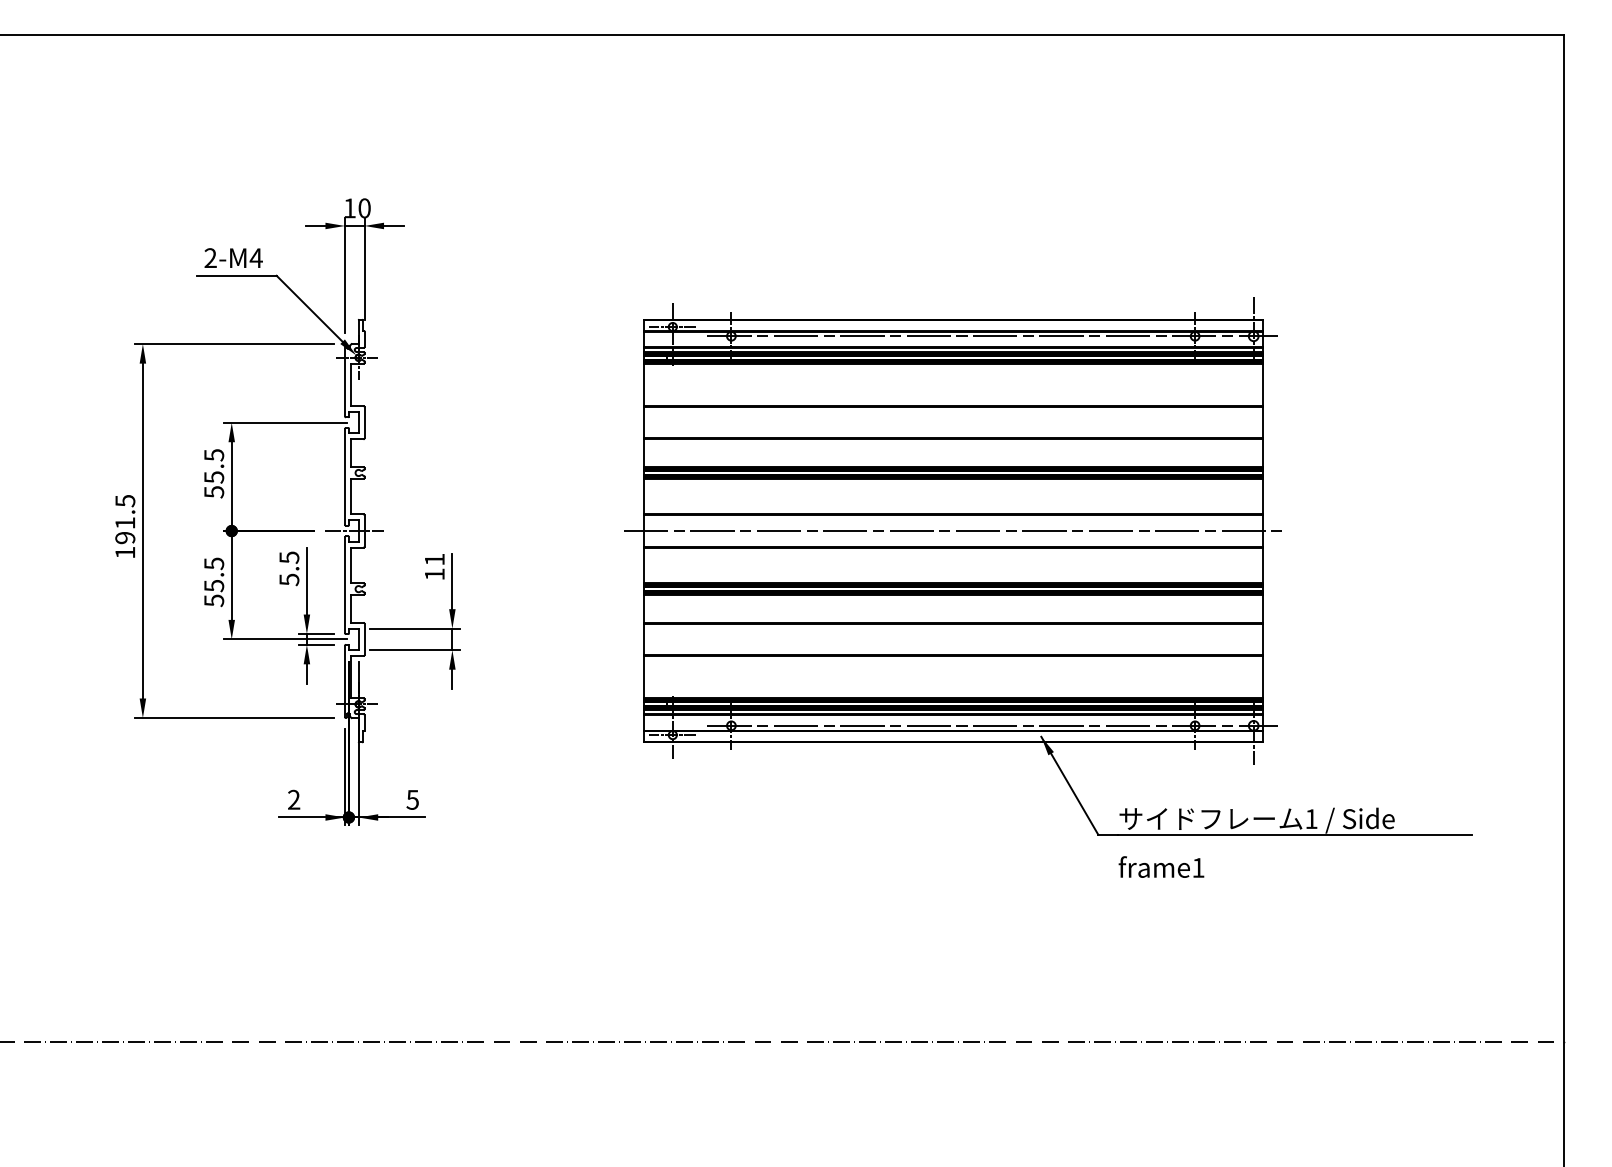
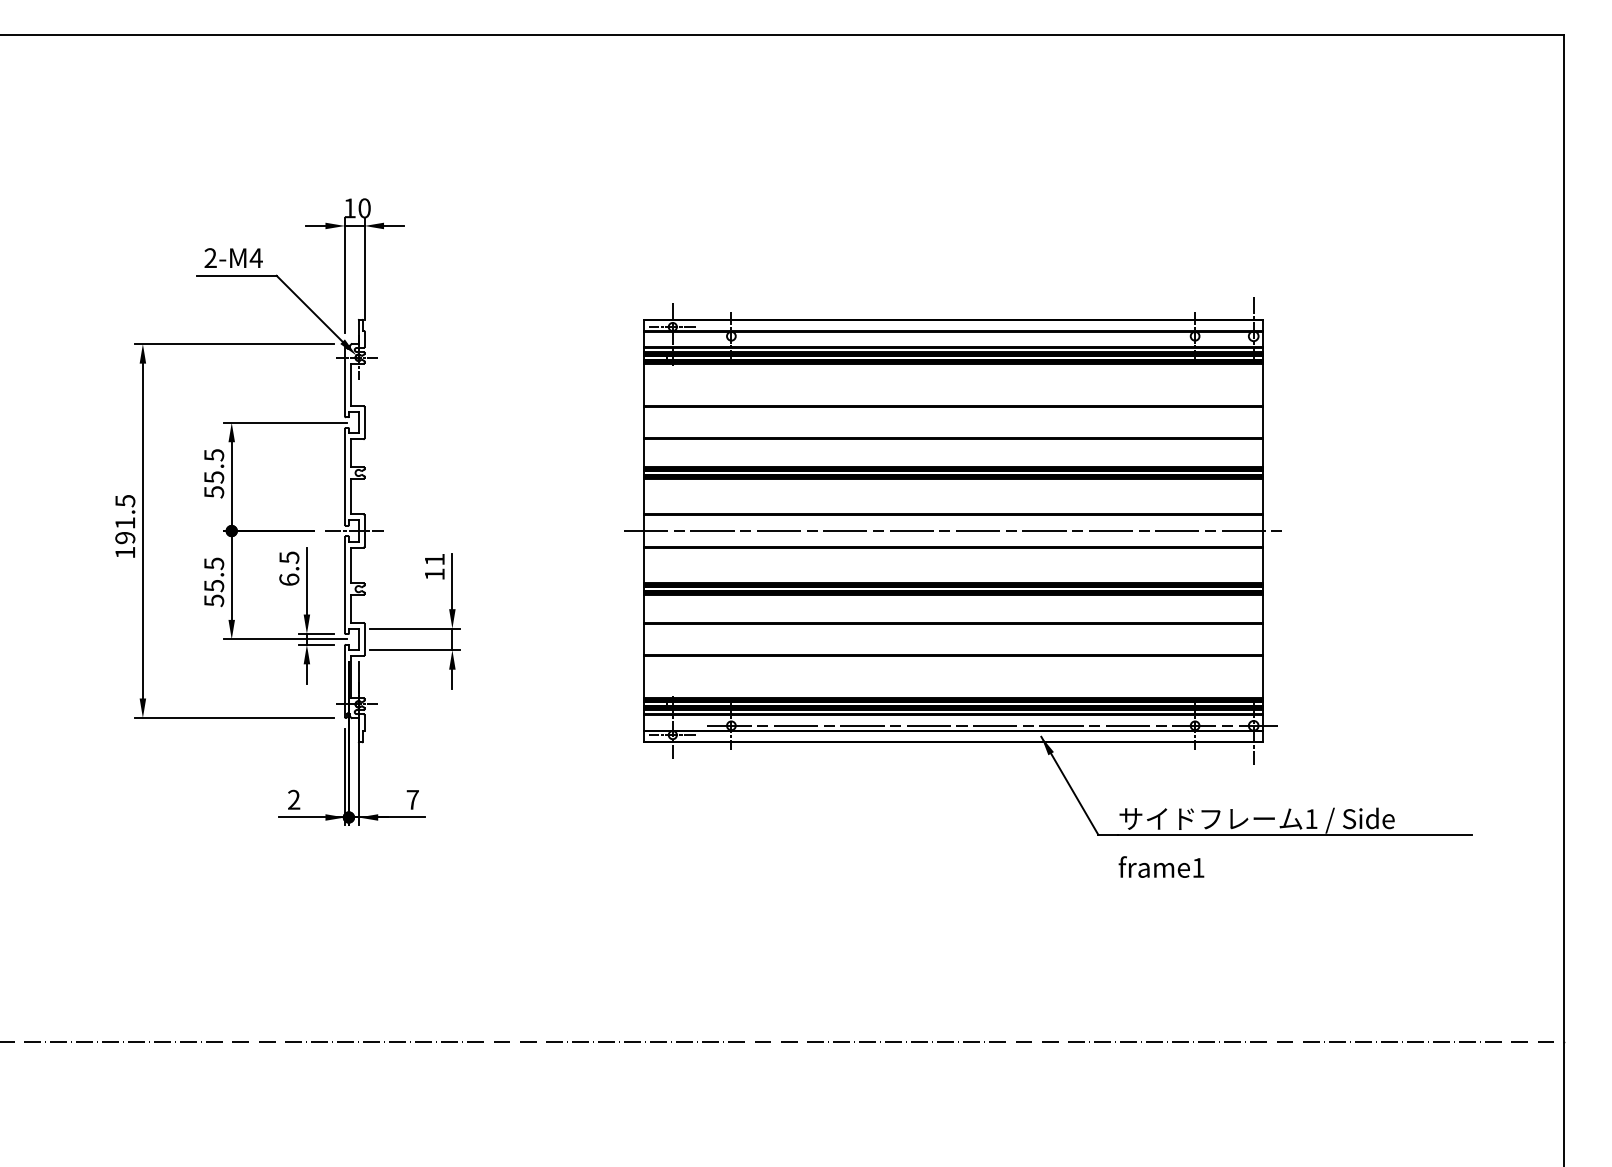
line at (992, 336): present -> none
text at (289, 579): 5.5 -> 6.5
text at (412, 799): 5 -> 7
